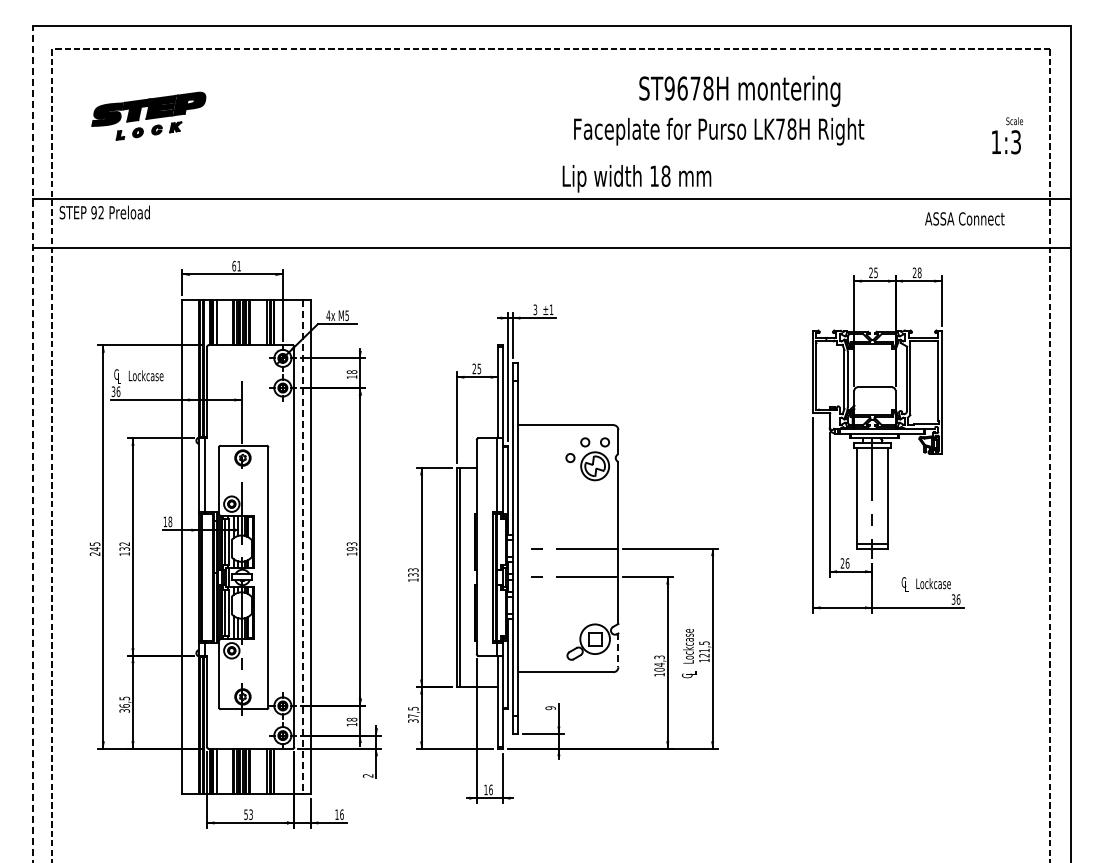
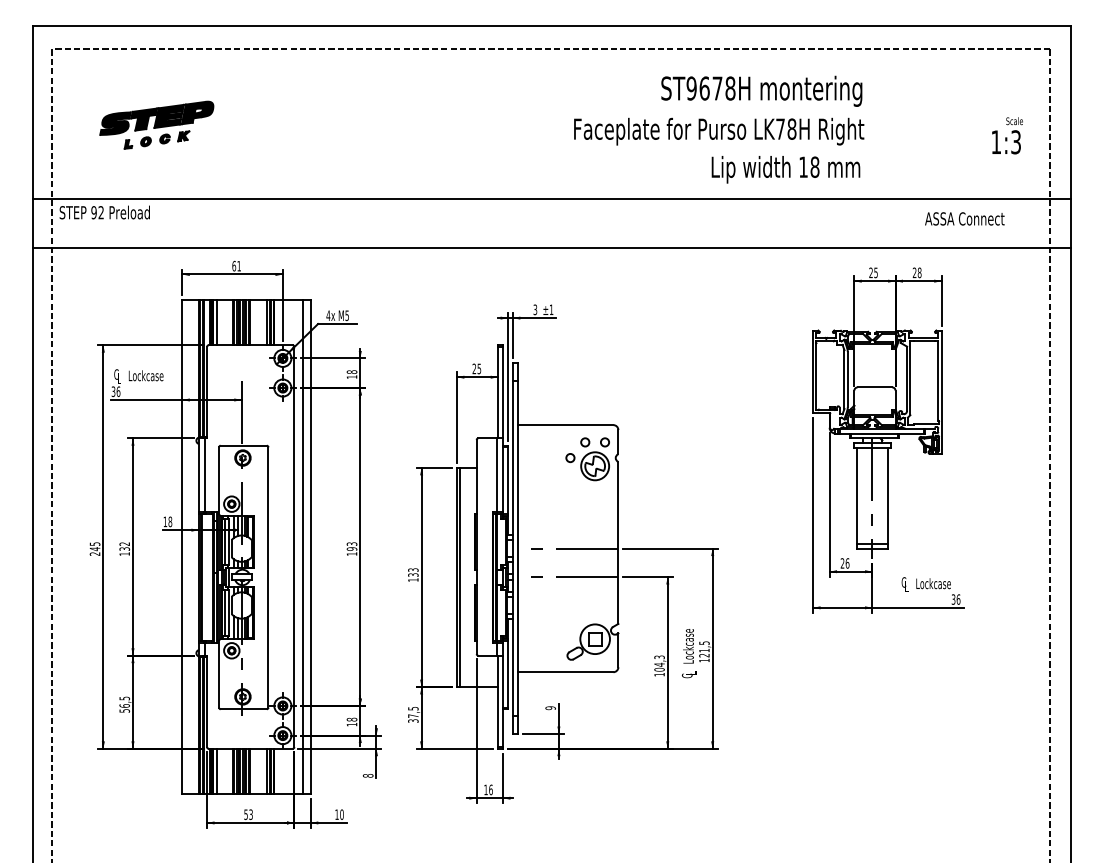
text at (739, 90) position: (739, 90) -> (761, 90)
part at (148, 115) position: (148, 115) -> (156, 124)
text at (636, 178) position: (636, 178) -> (785, 169)
line at (33, 443): dashed -> solid
line at (302, 547): dashed -> solid
line at (618, 650): dashed -> solid
text at (123, 710): 36,5 -> 56,5
text at (368, 775): 2 -> 8
text at (341, 814): 16 -> 10
